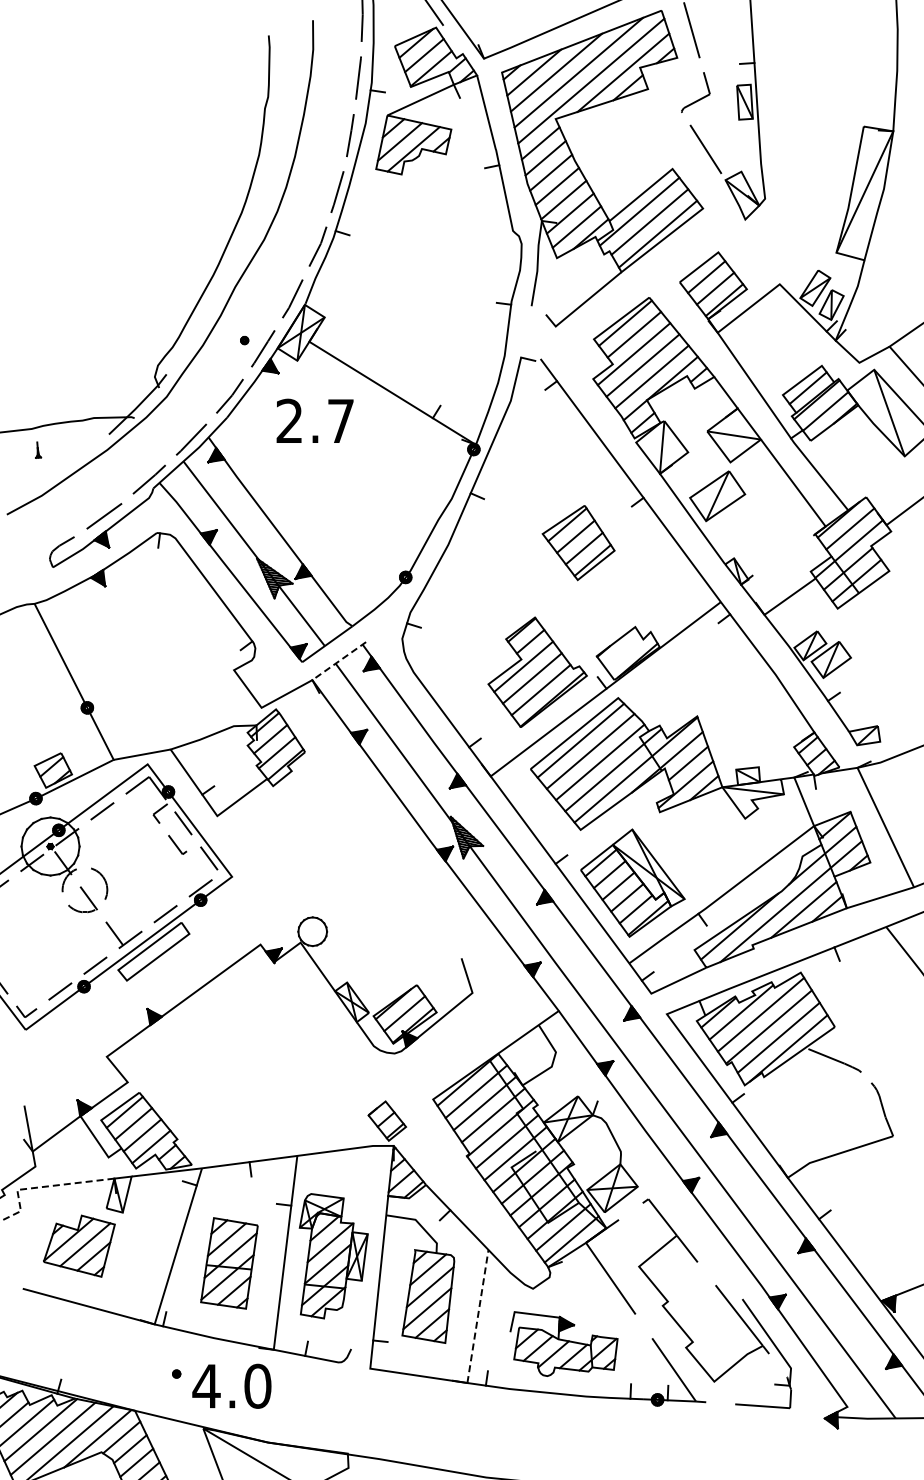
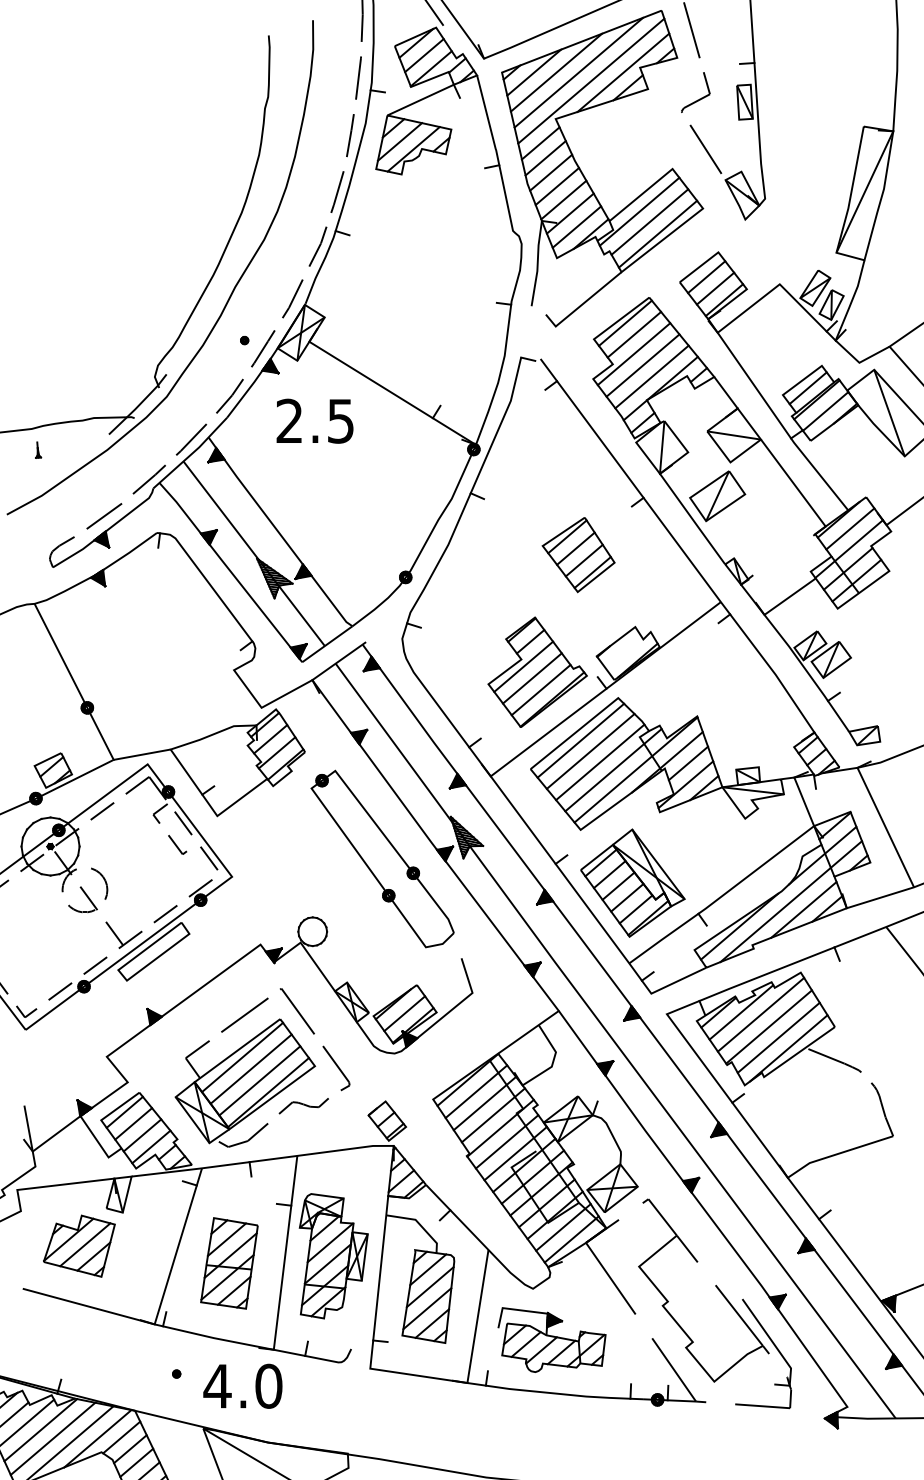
text at (340, 421): 2.7 -> 2.5
part at (578, 543) position: (578, 543) -> (578, 555)
line at (339, 661): dashed -> solid
part at (382, 858): none -> present
part at (262, 1067): none -> present
line at (42, 1187): dashed -> solid
line at (478, 1315): dashed -> solid
part at (563, 1343) position: (563, 1343) -> (551, 1339)
text at (231, 1385) position: (231, 1385) -> (242, 1385)
